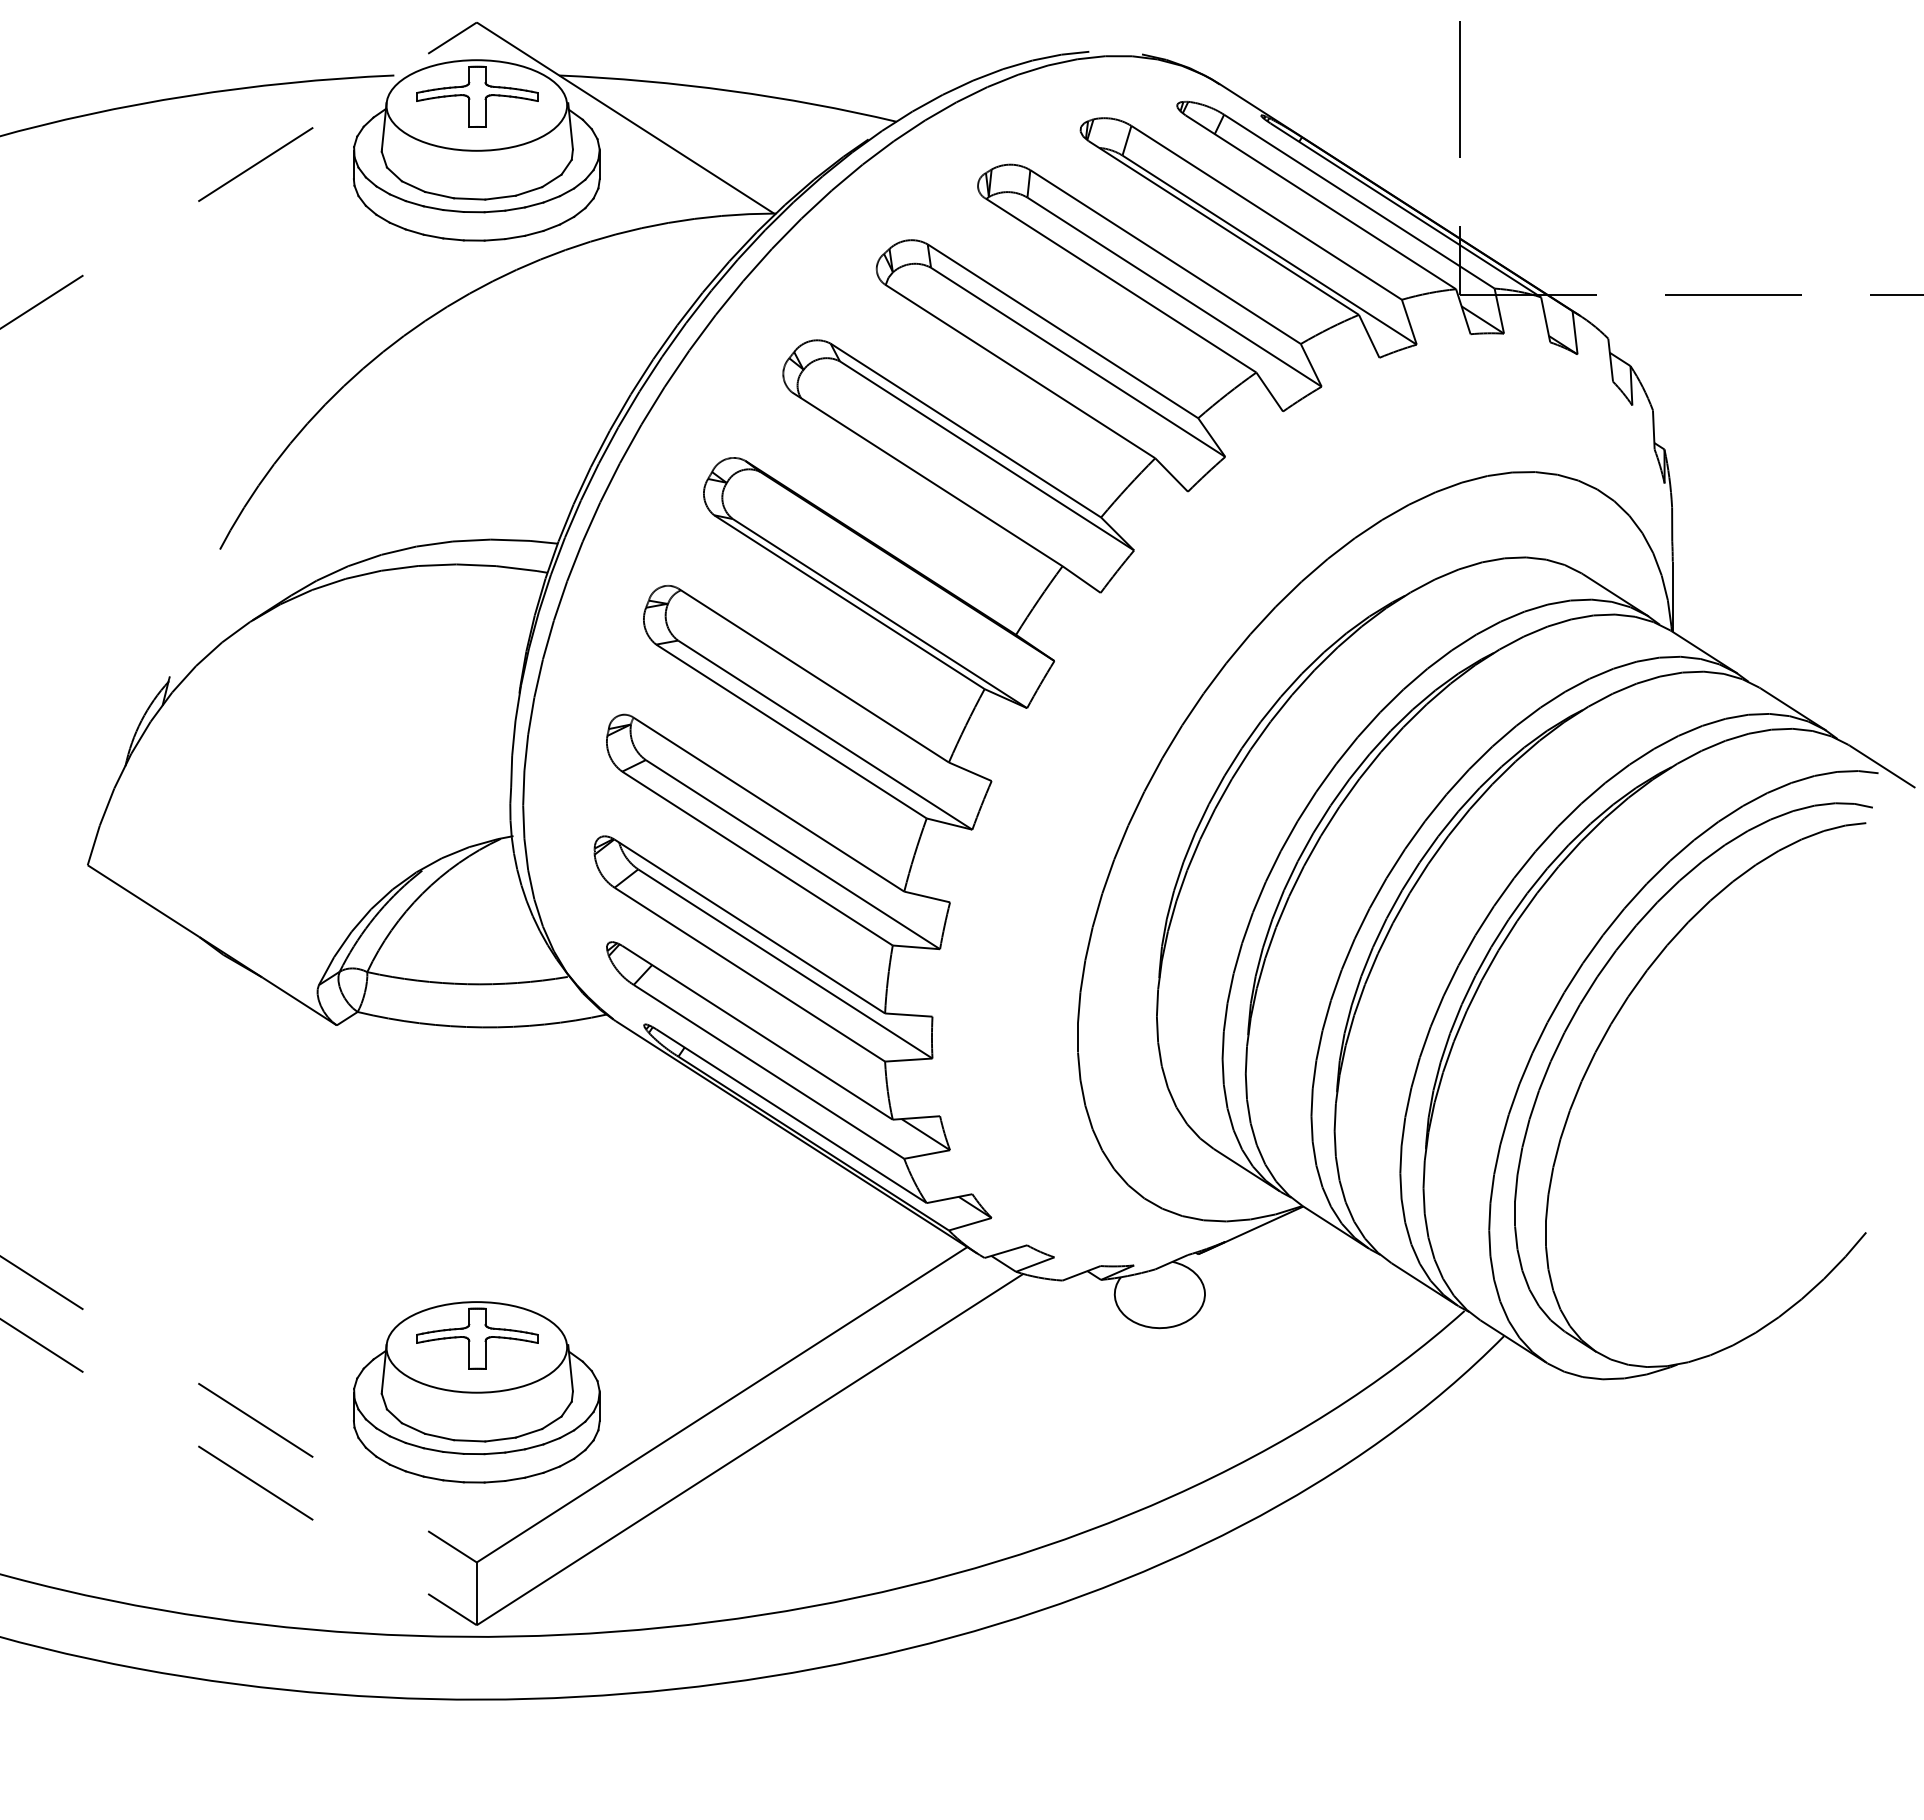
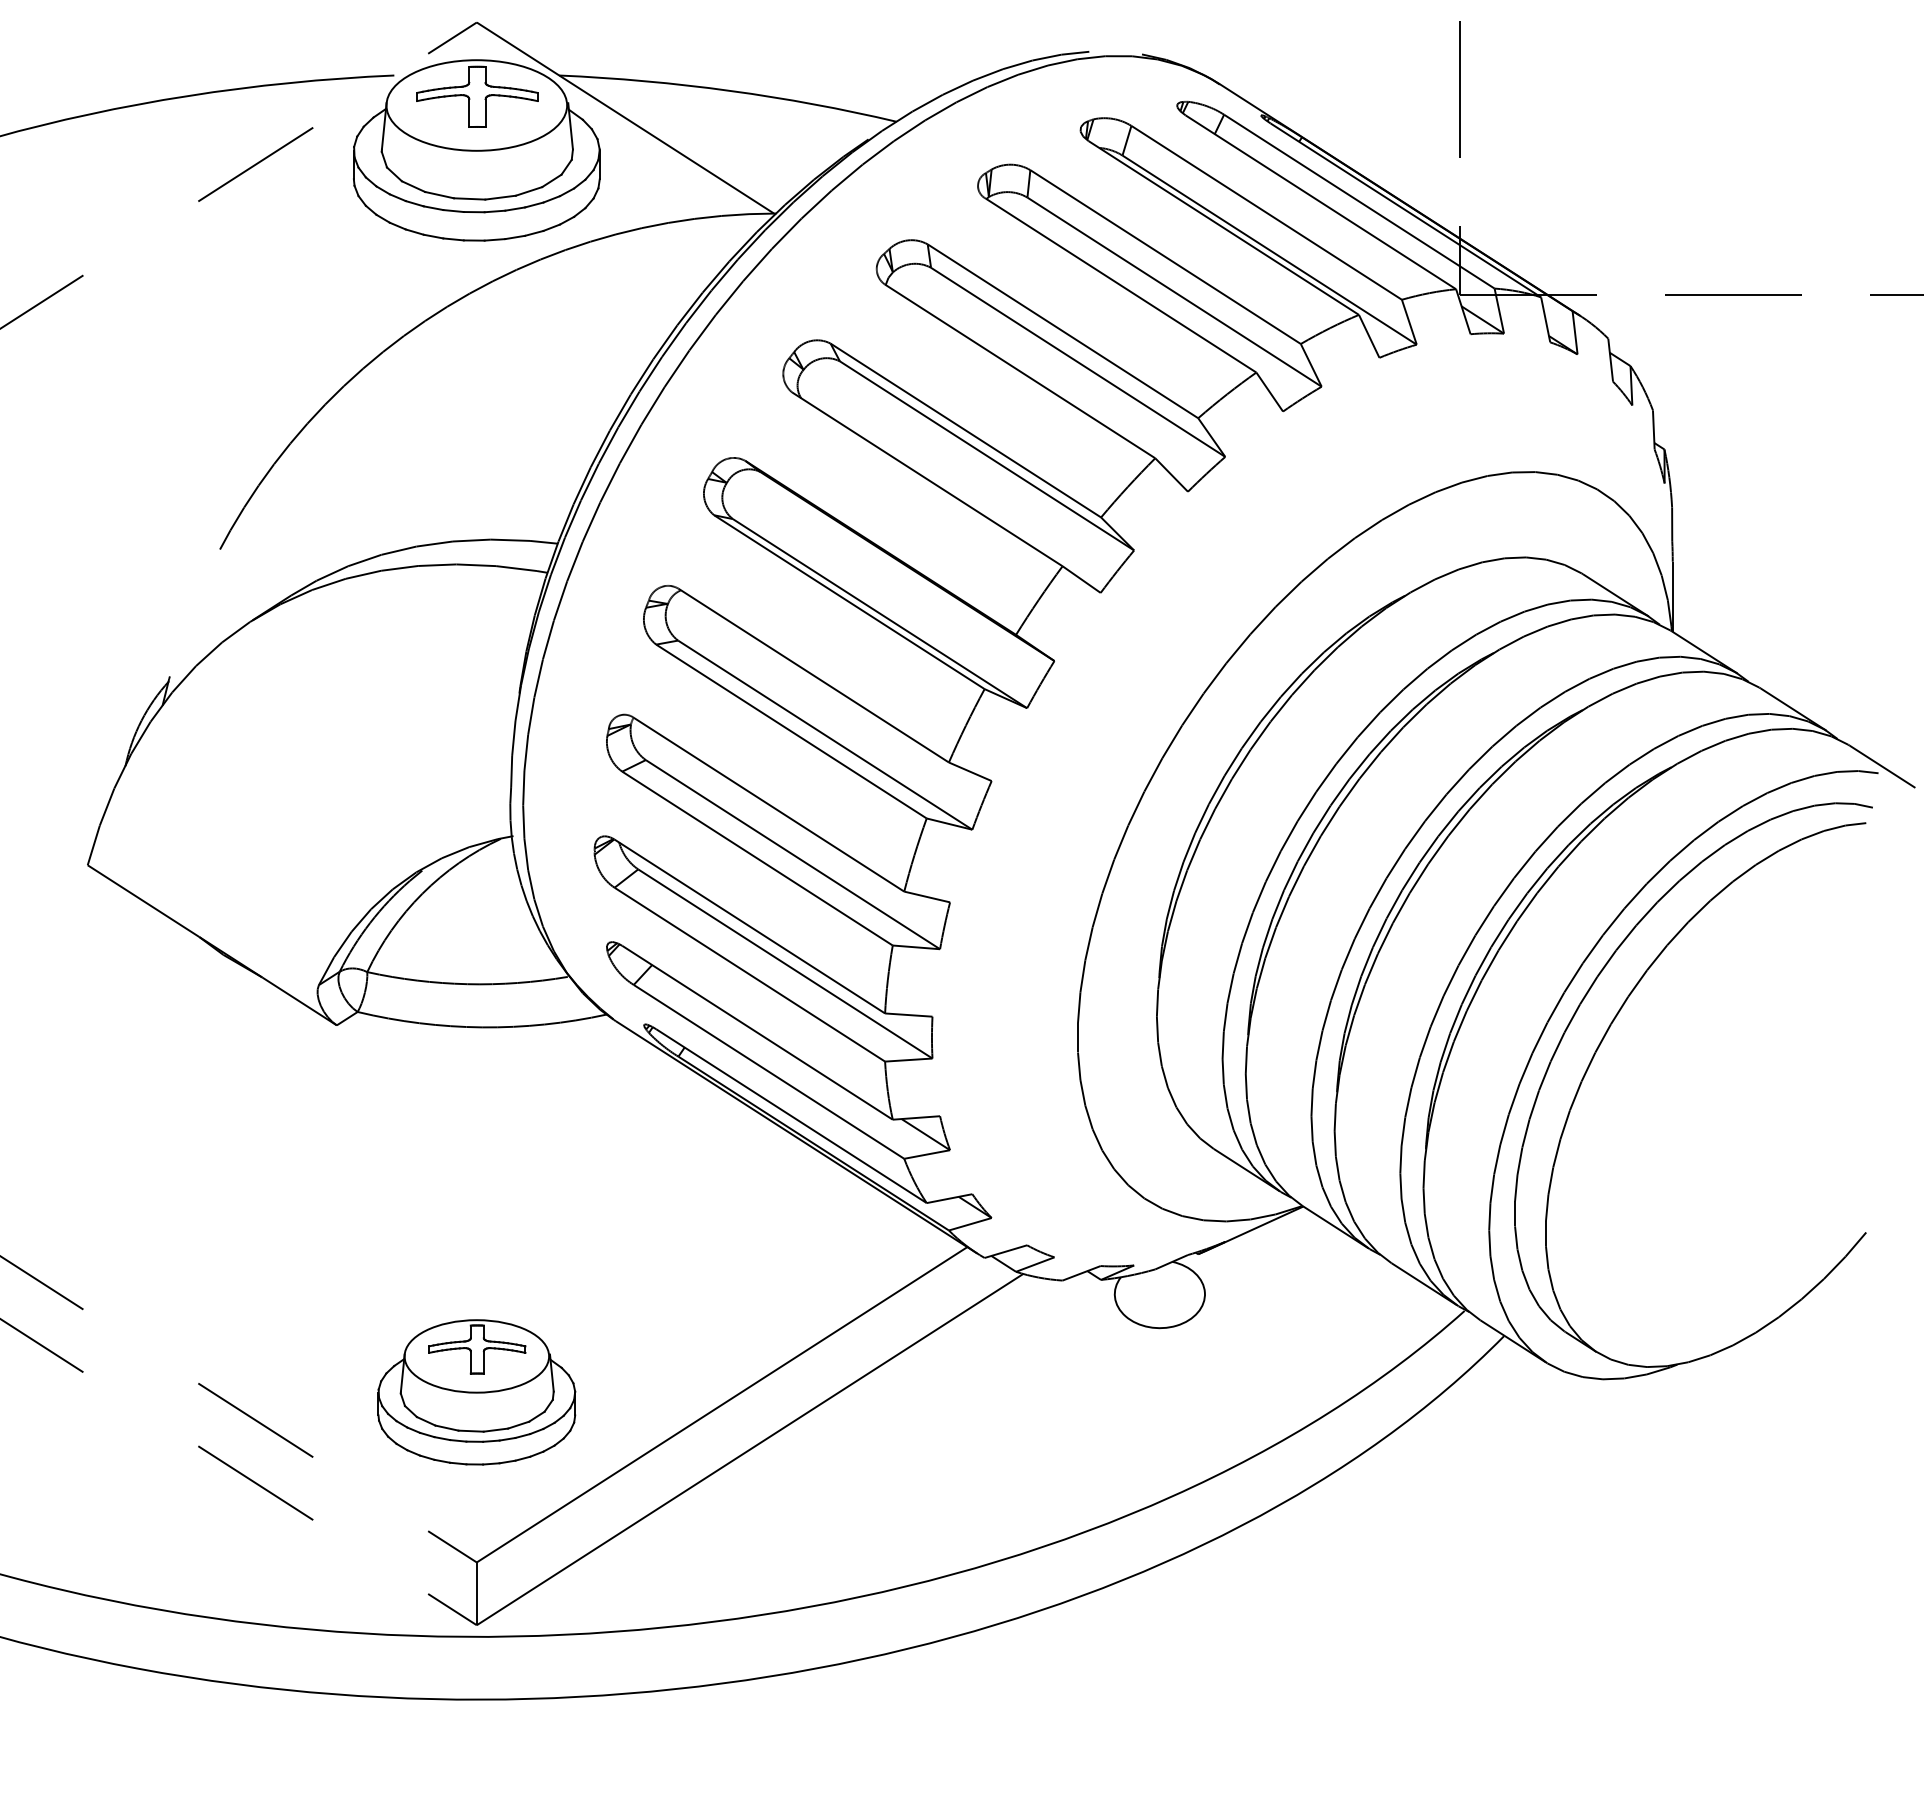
part at (476, 1392) size: 248x183 px -> 200x147 px
